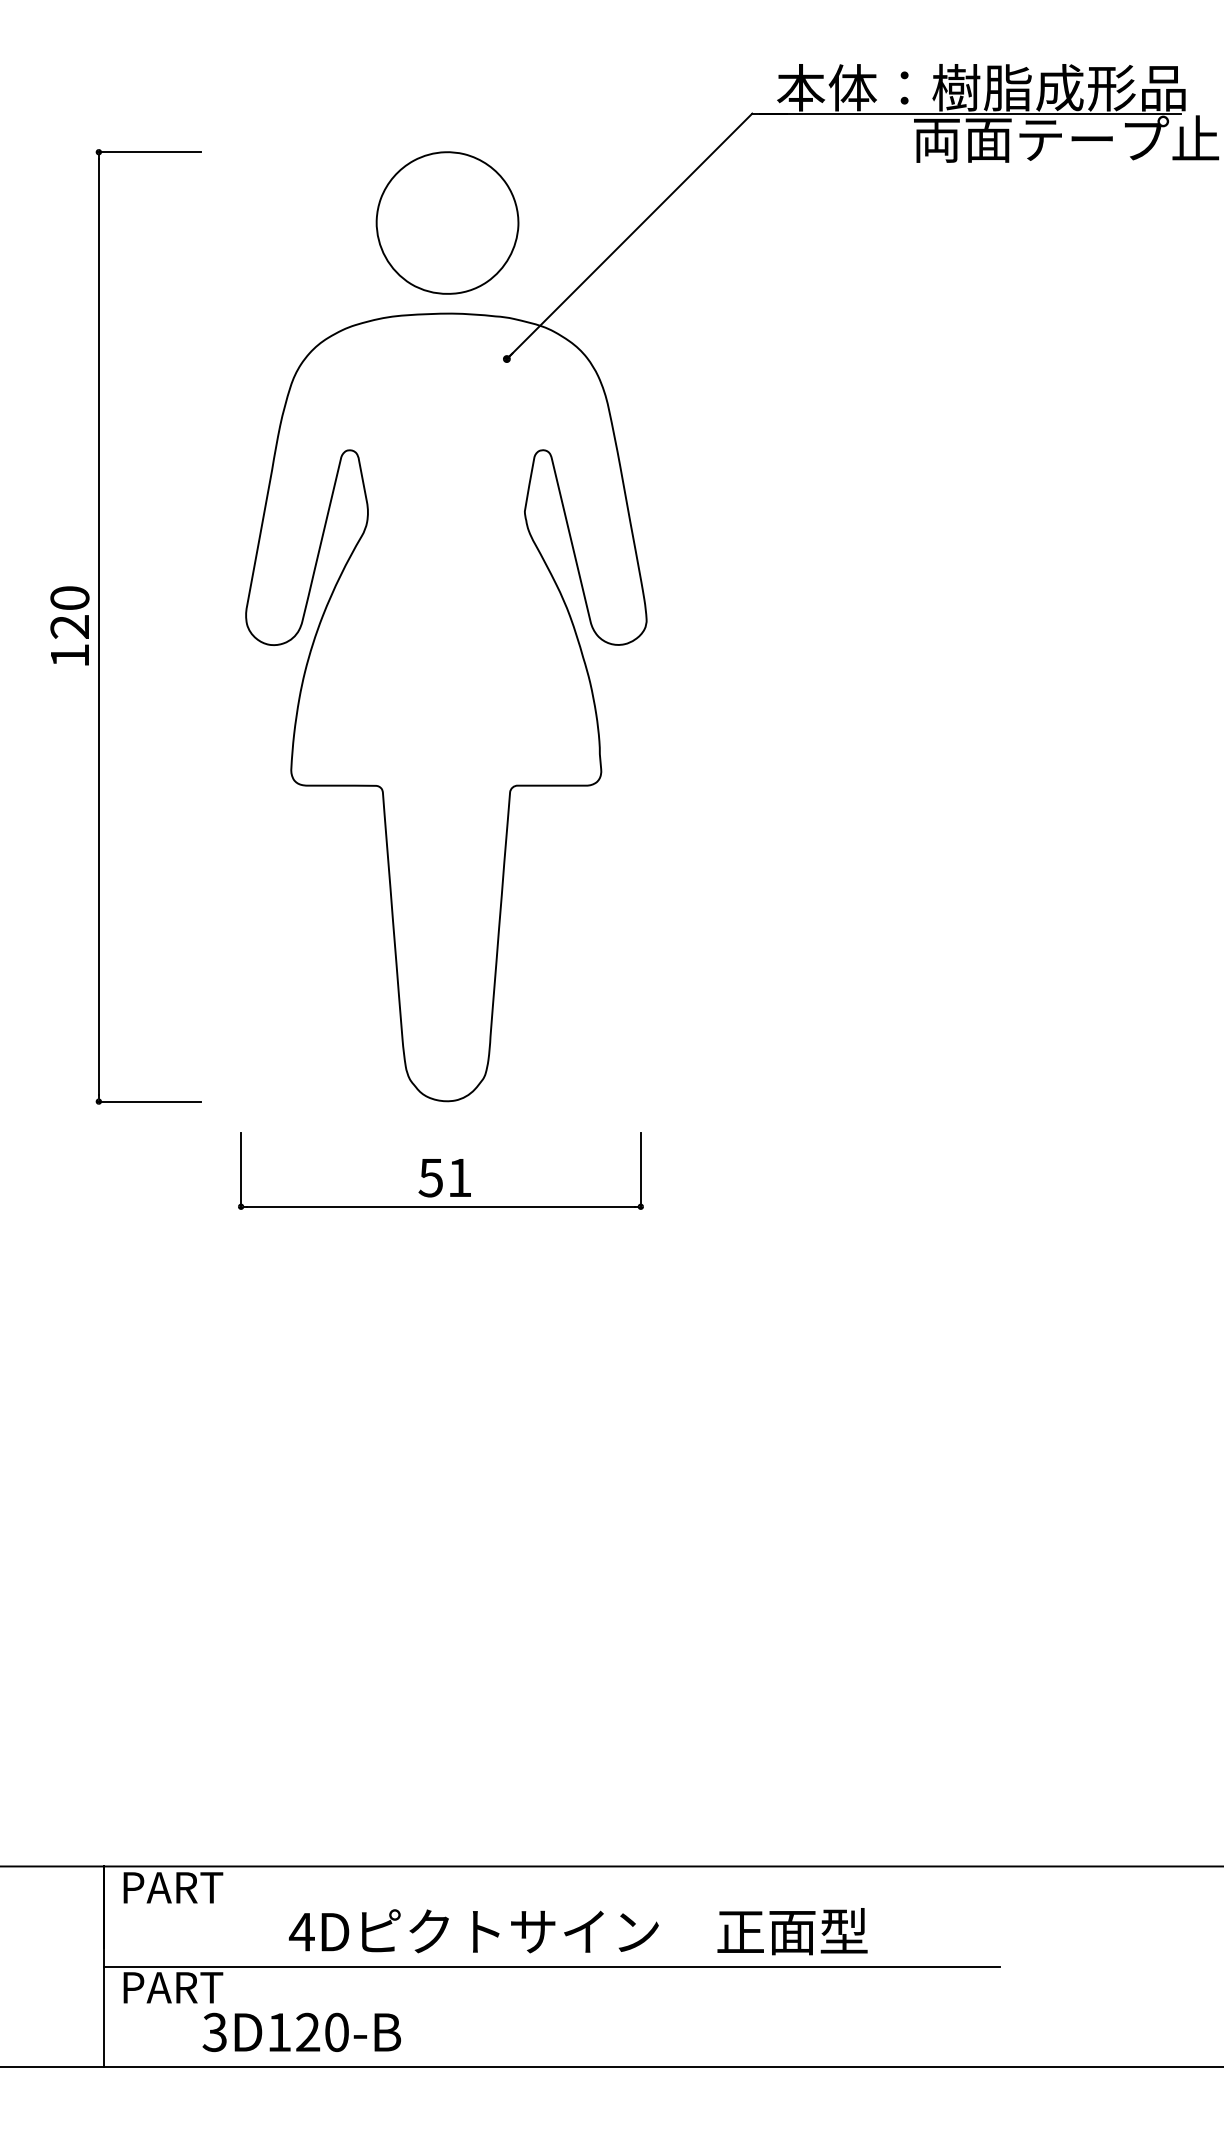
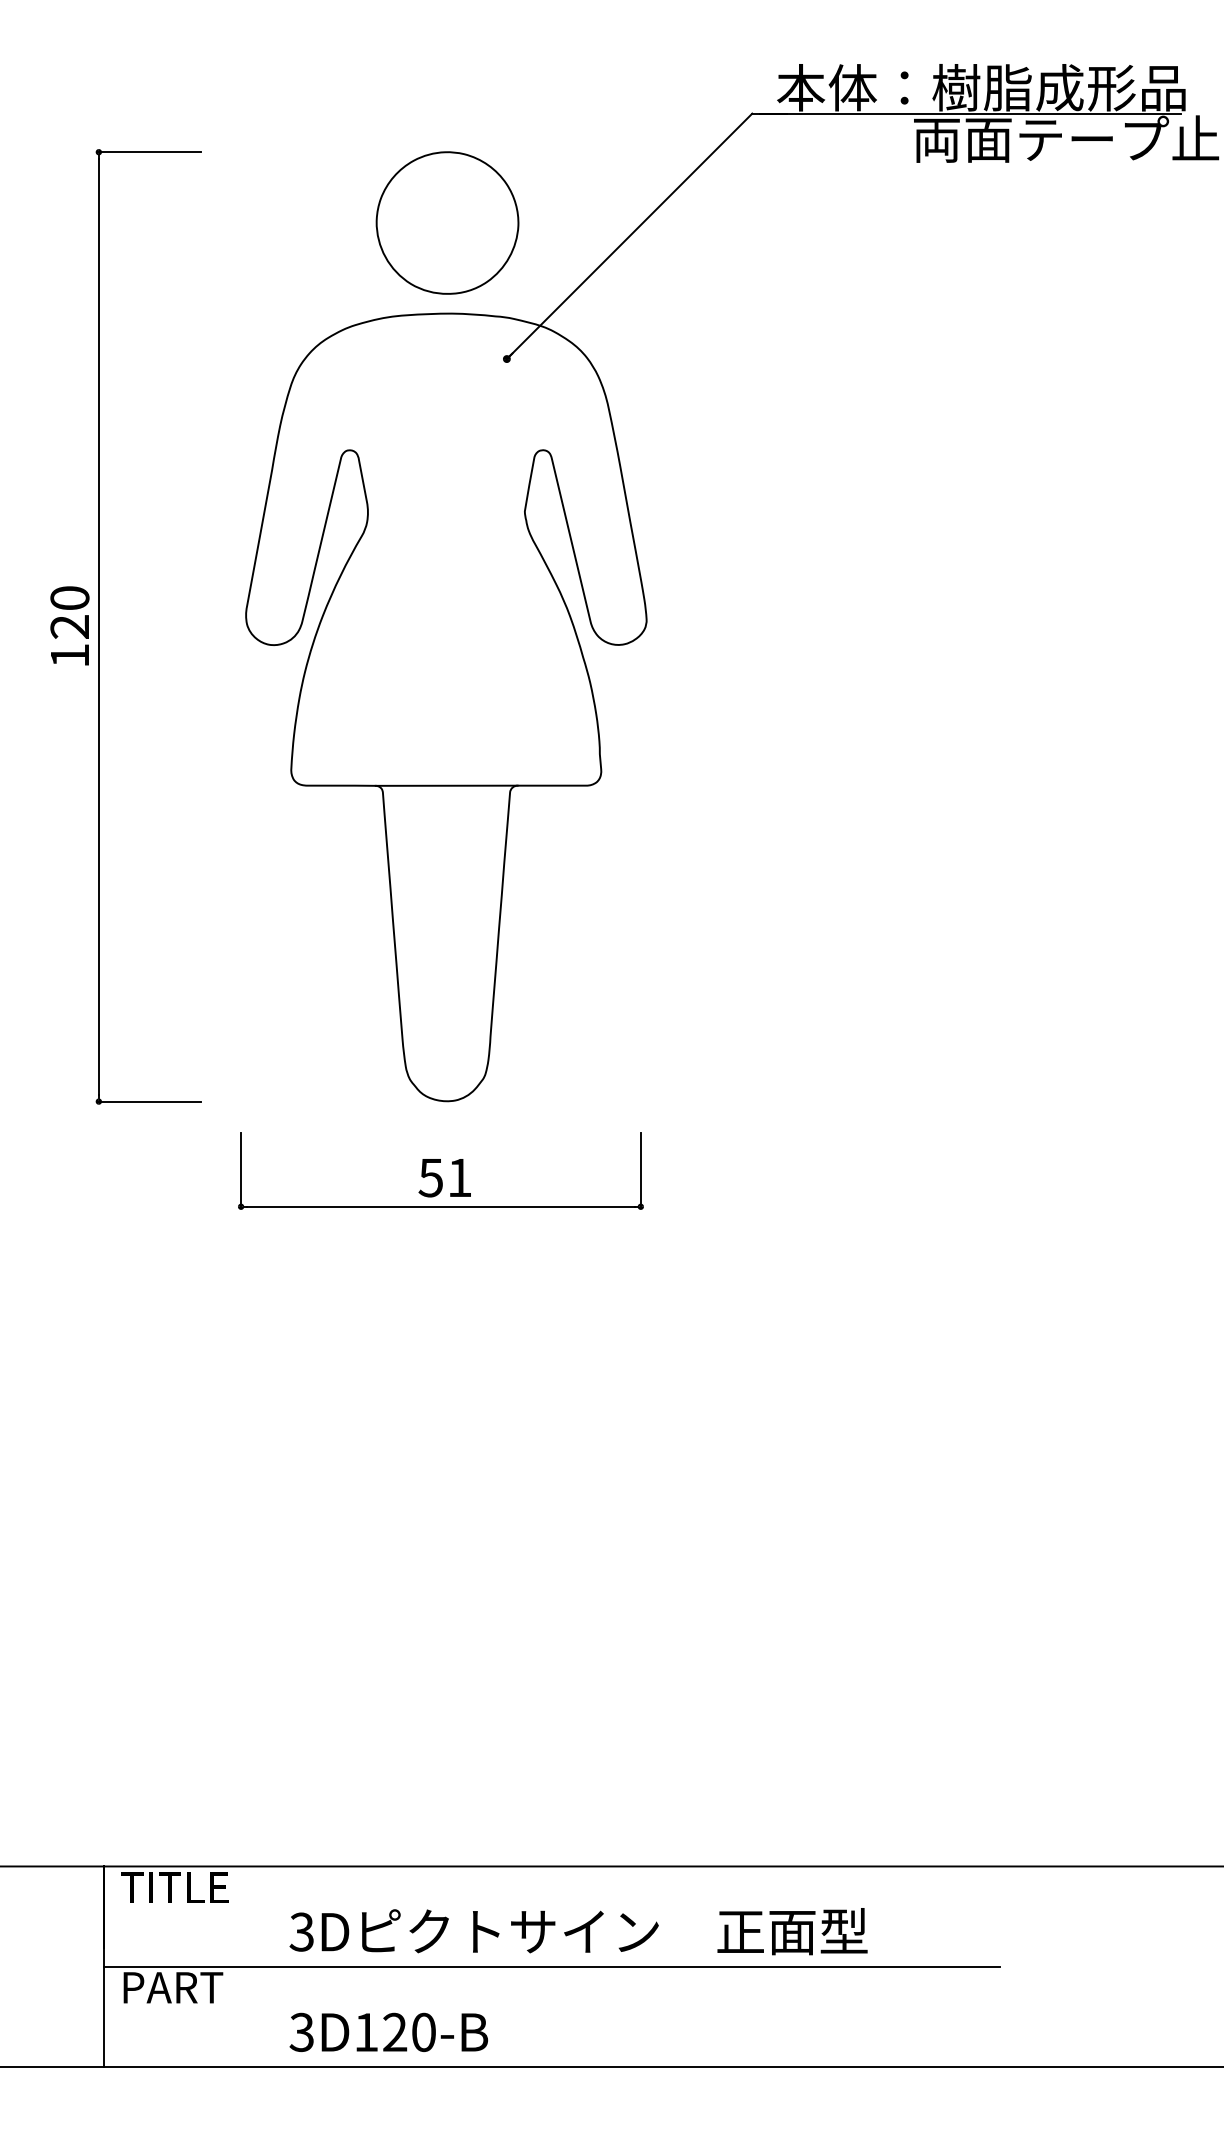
line at (446, 785): none -> present
text at (174, 1887): PART -> TITLE
text at (301, 1931): 4D -> 3D
text at (301, 2031) position: (301, 2031) -> (388, 2031)
